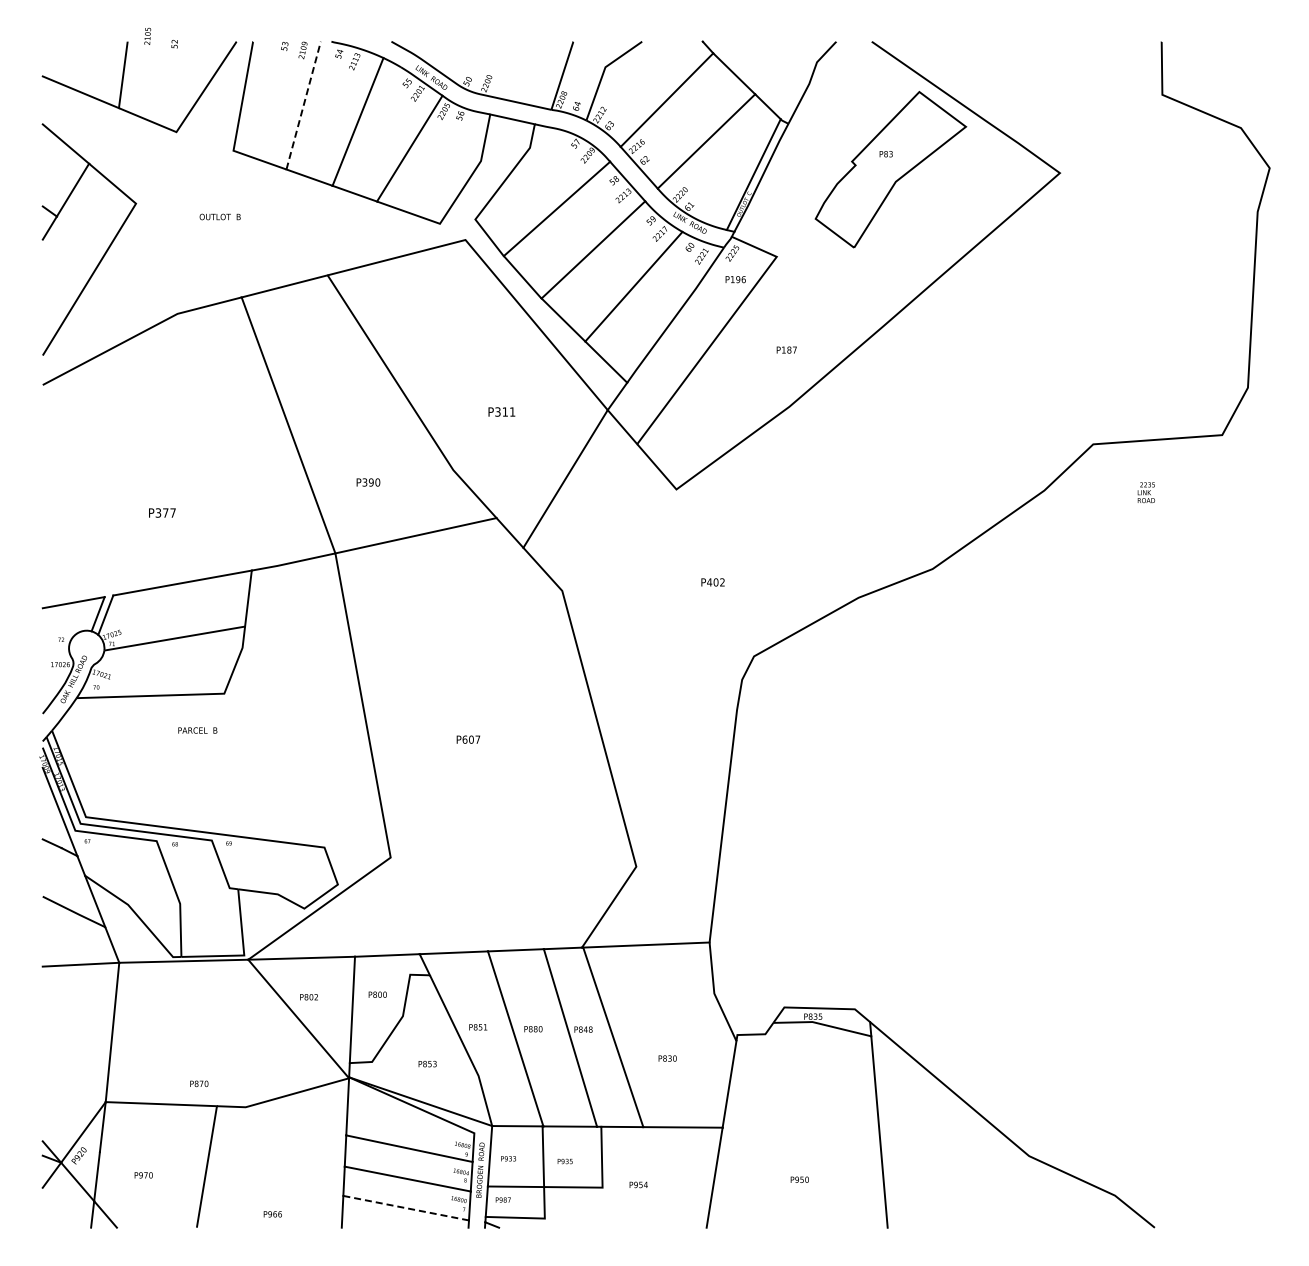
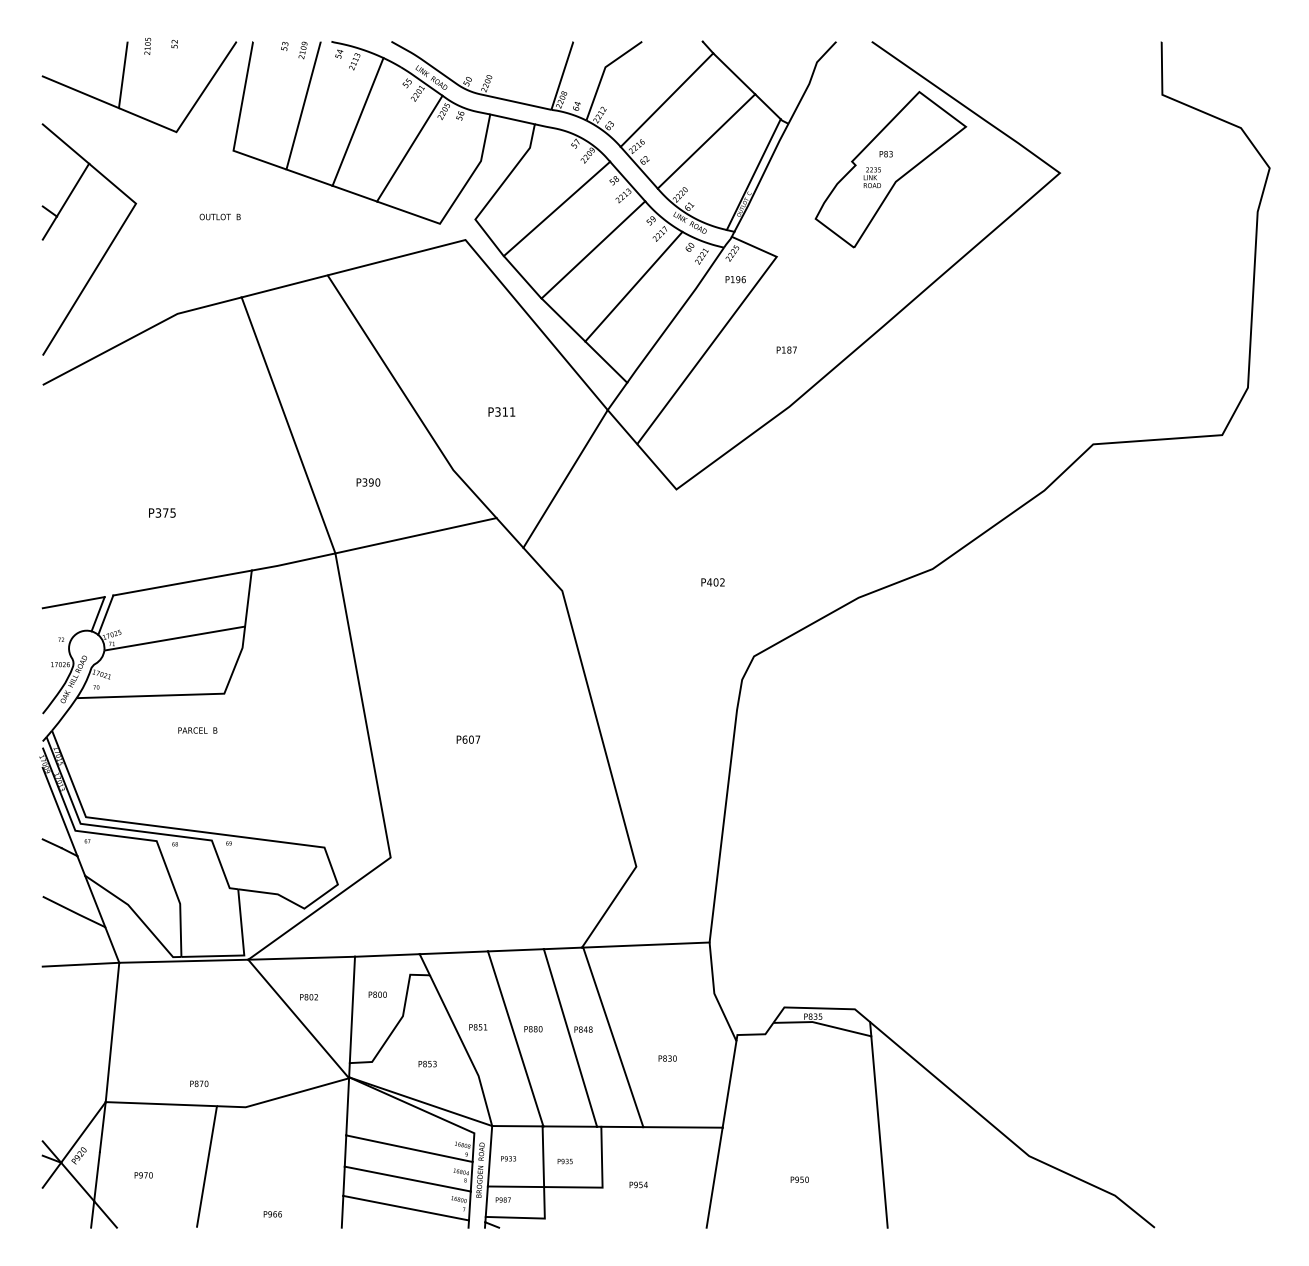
text at (147, 35) position: (147, 35) -> (147, 45)
line at (304, 104): dashed -> solid
text at (1145, 492) position: (1145, 492) -> (871, 177)
text at (172, 512): P377 -> P375
line at (406, 1208): dashed -> solid
